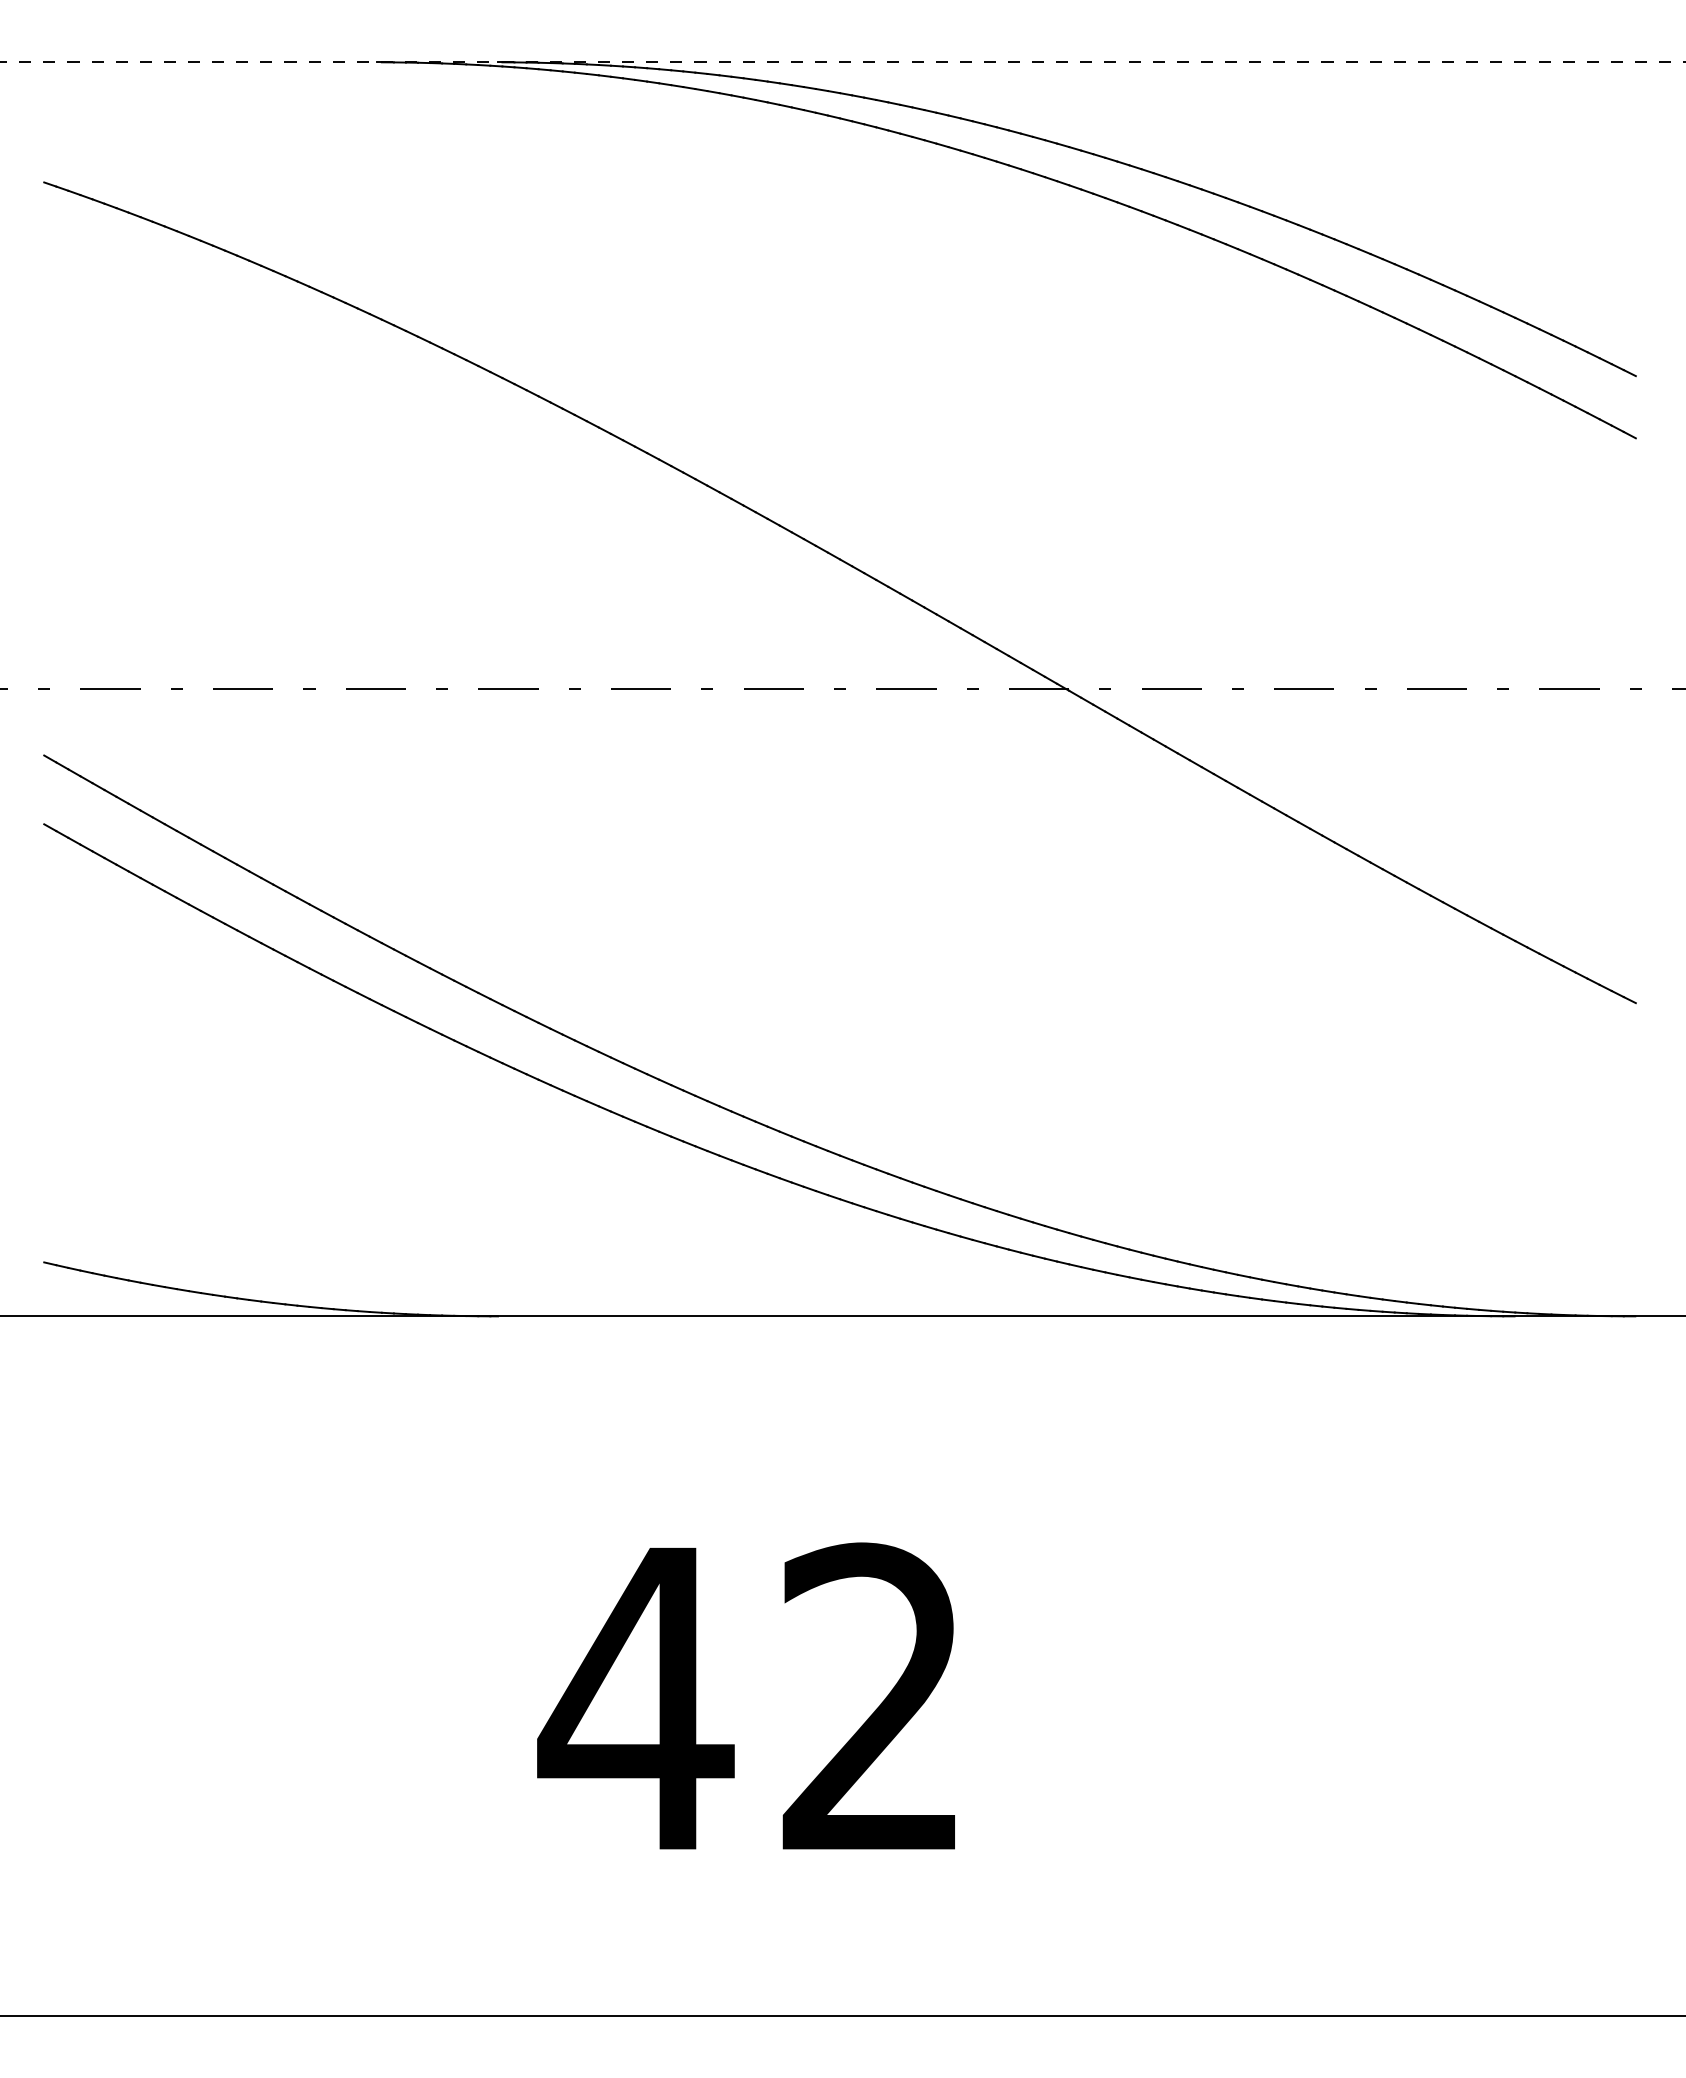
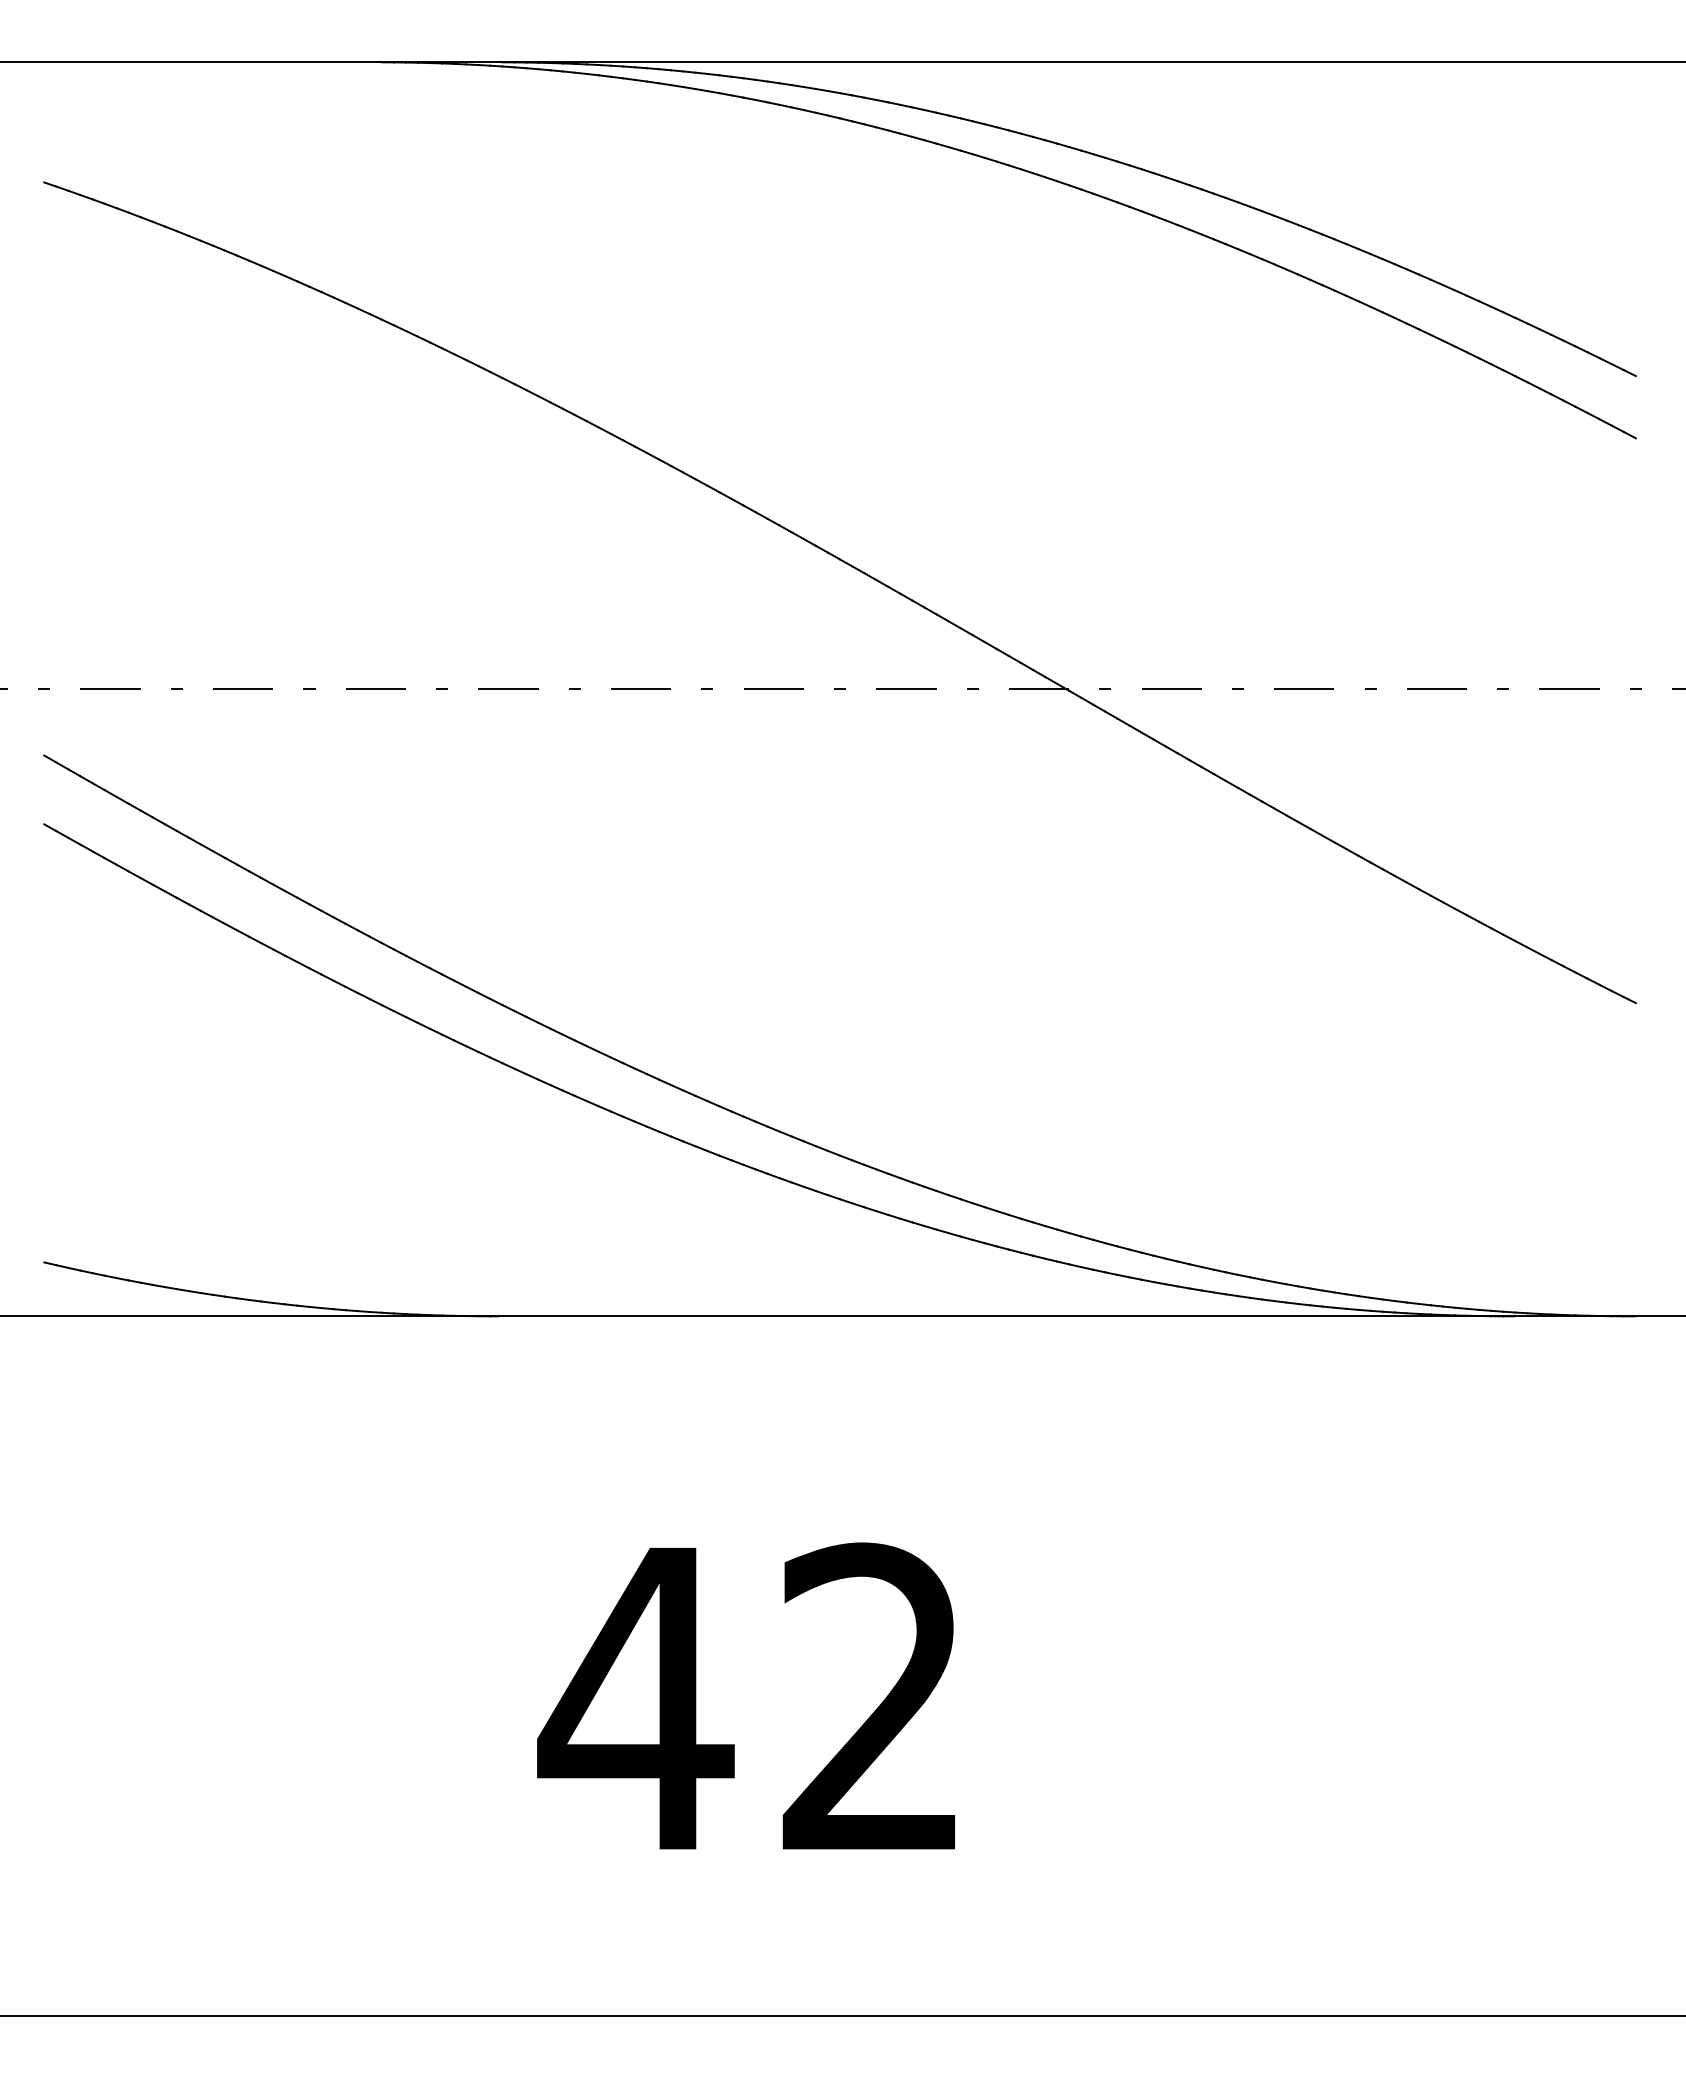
line at (843, 62): dashed -> solid
